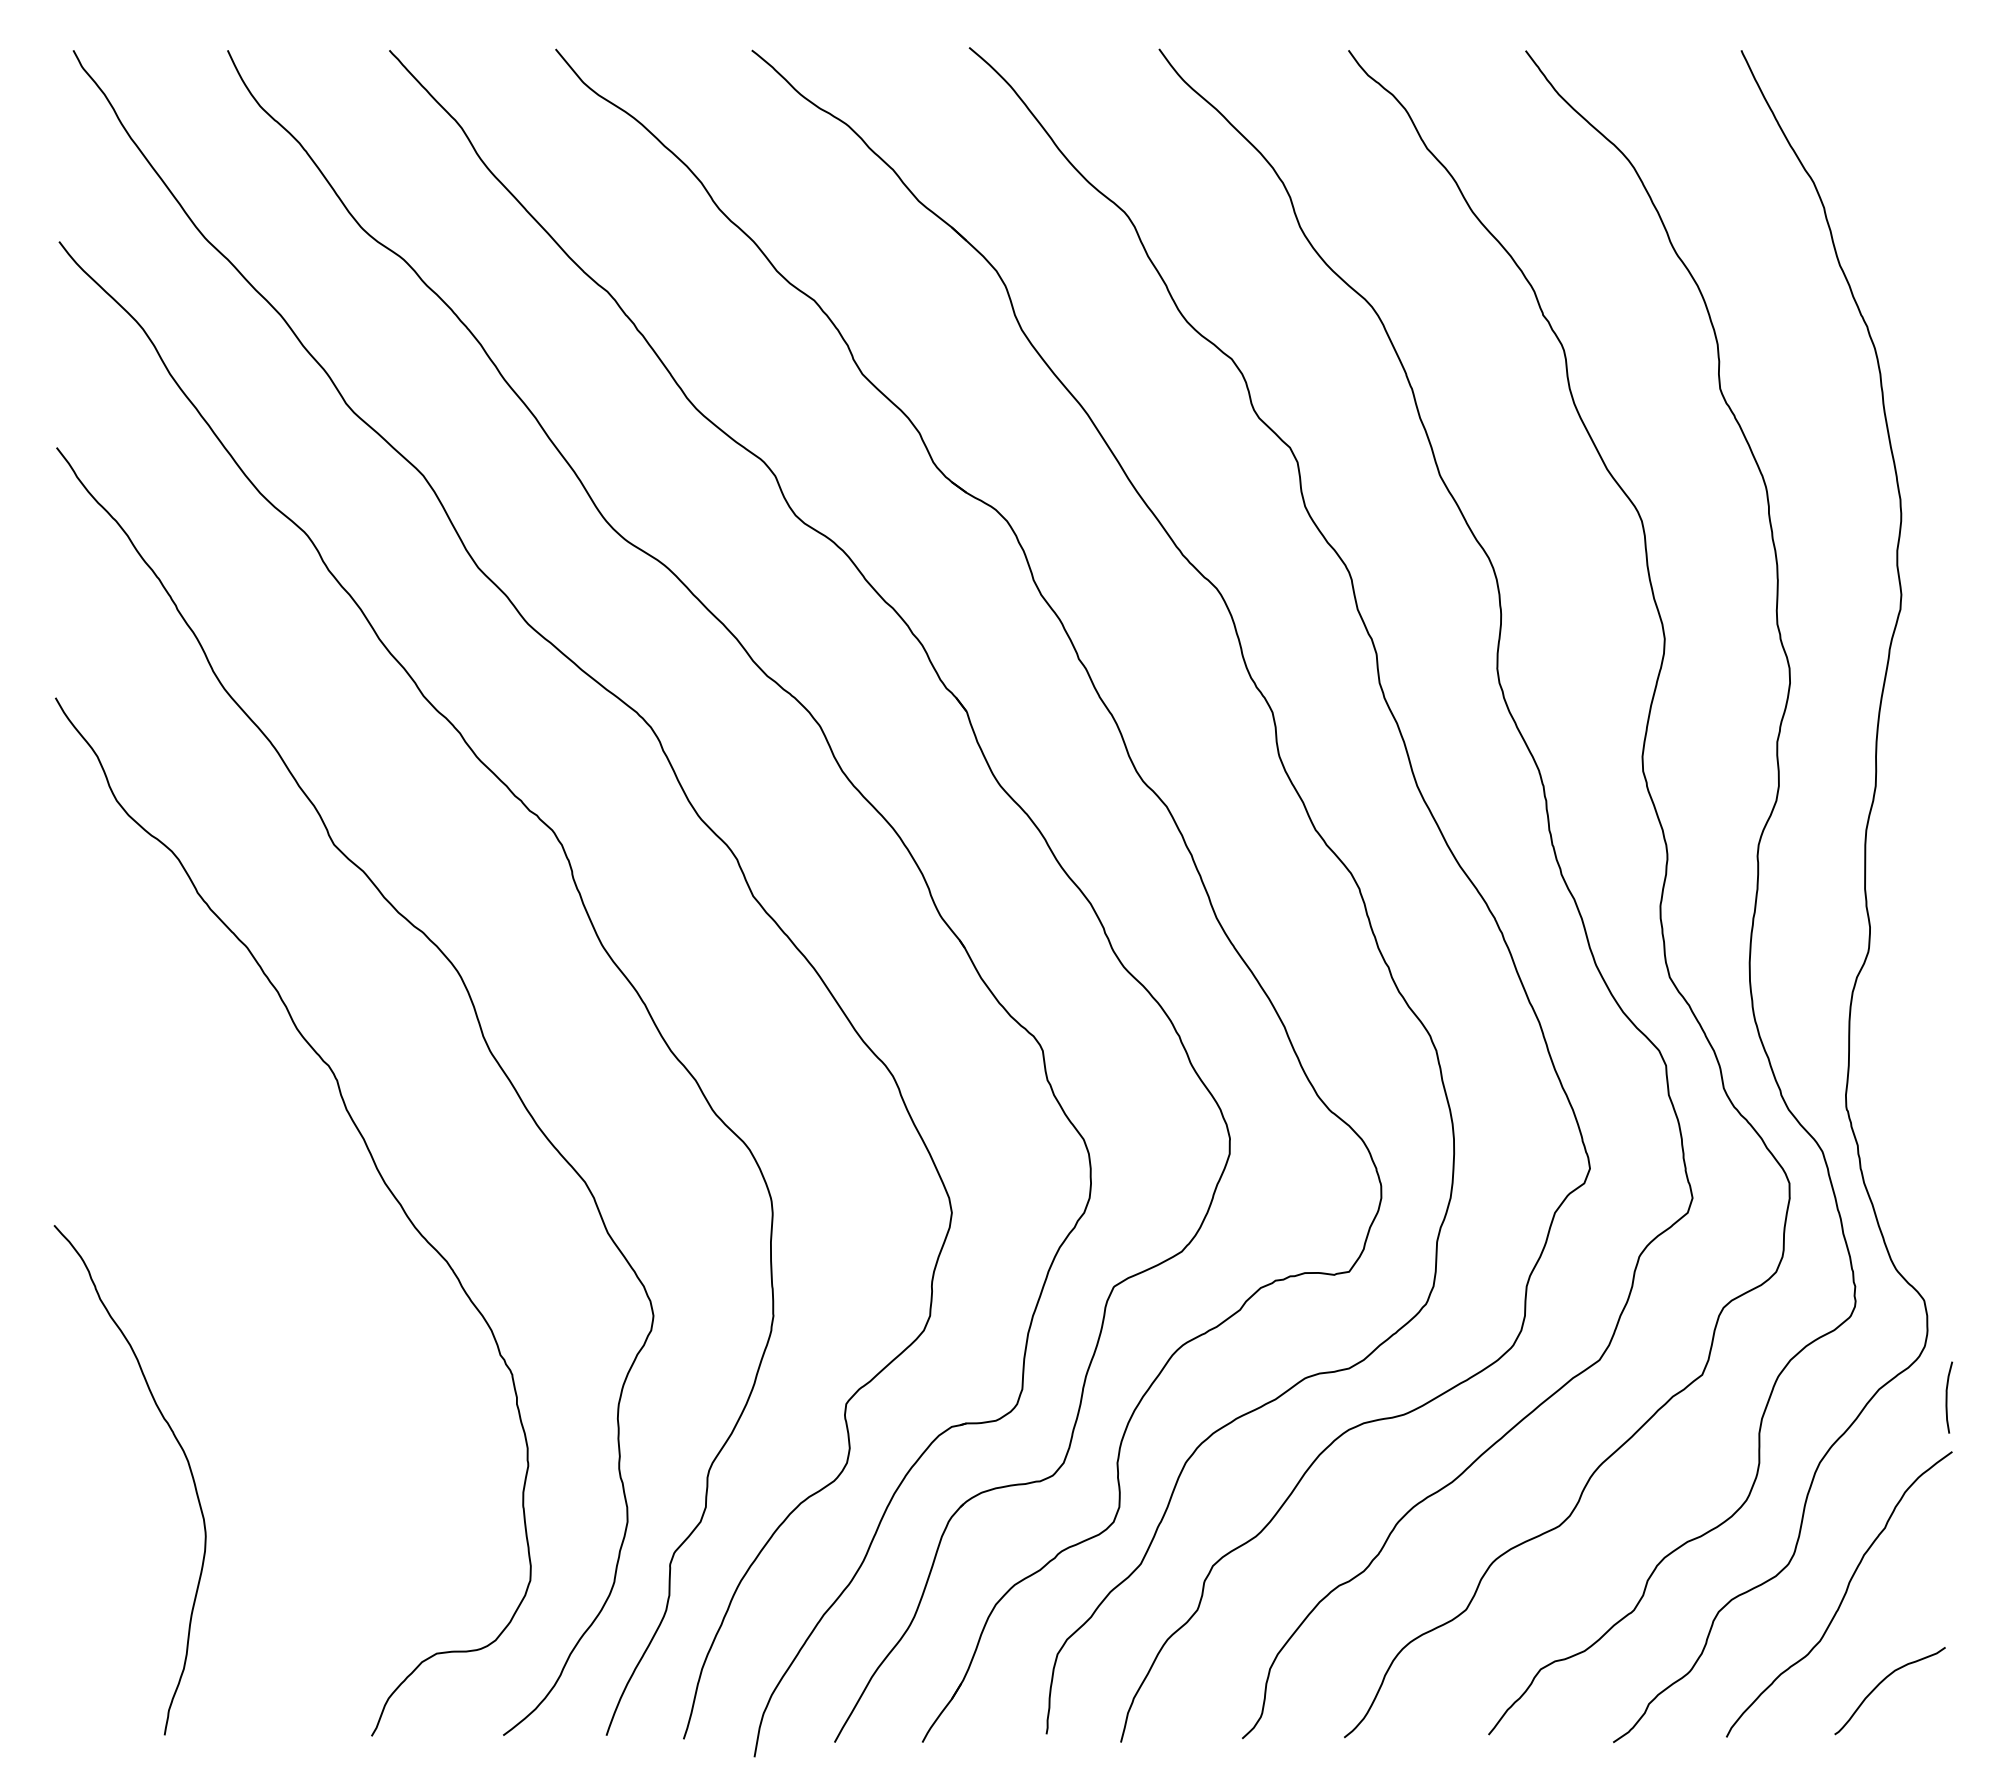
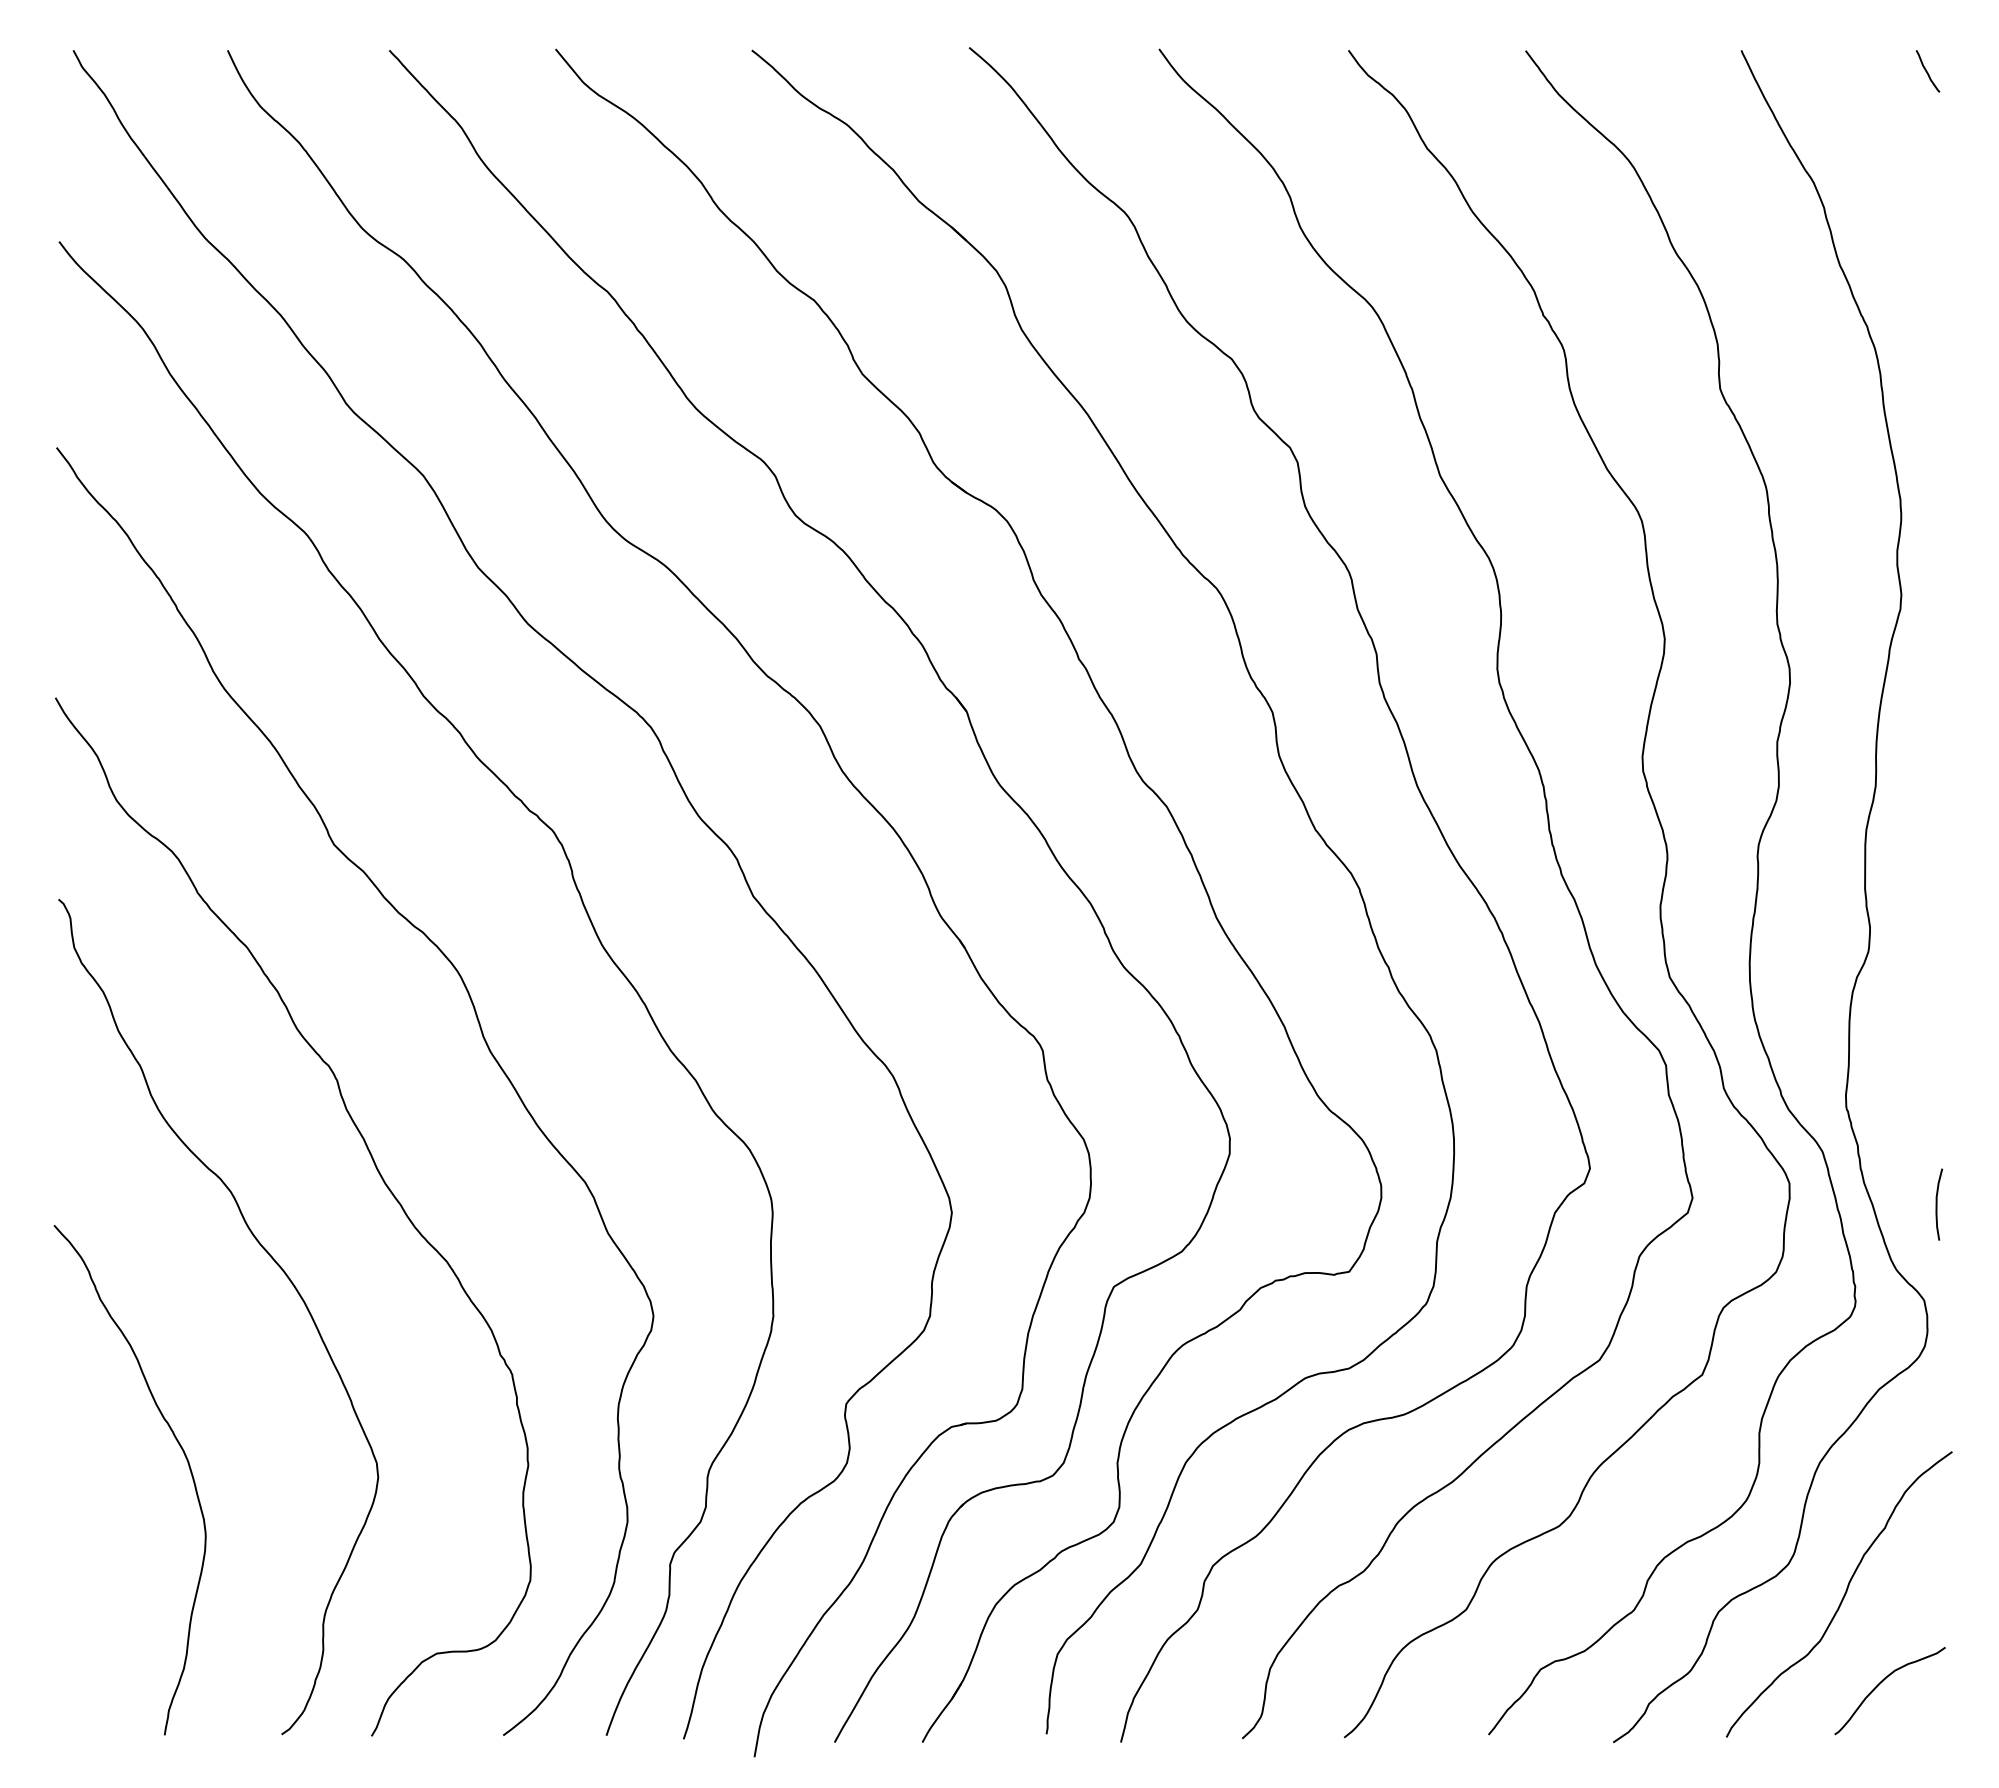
curve at (1927, 71): none -> present
curve at (275, 1263): none -> present
curve at (1947, 1397) position: (1947, 1397) -> (1937, 1204)
